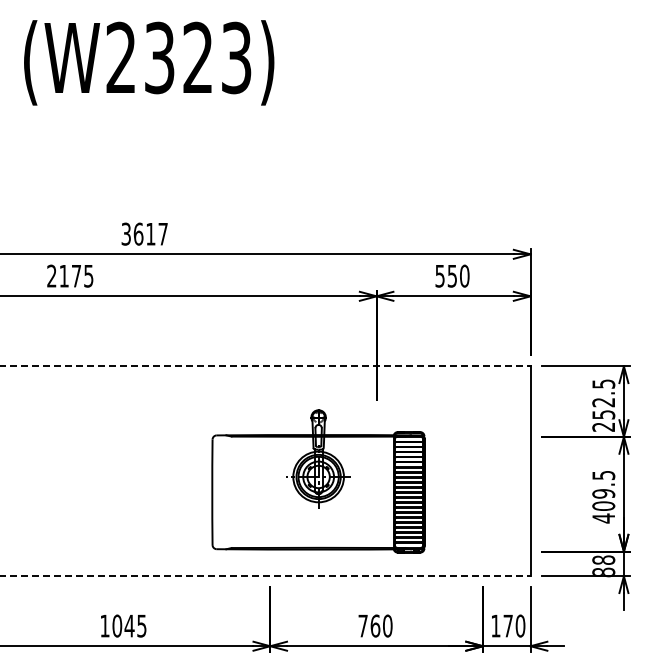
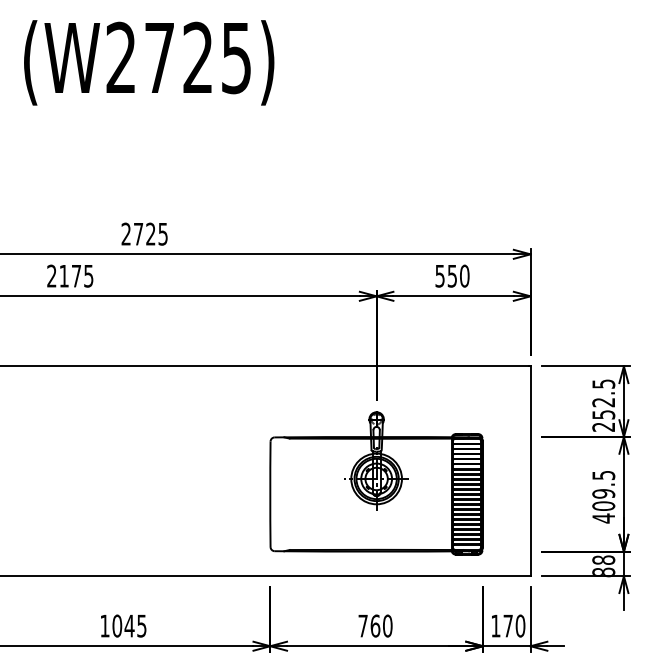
text at (198, 57): (W2323) -> (W2725)
text at (144, 233): 3617 -> 2725
line at (265, 366): dashed -> solid
part at (318, 481) position: (318, 481) -> (376, 483)
line at (265, 576): dashed -> solid
